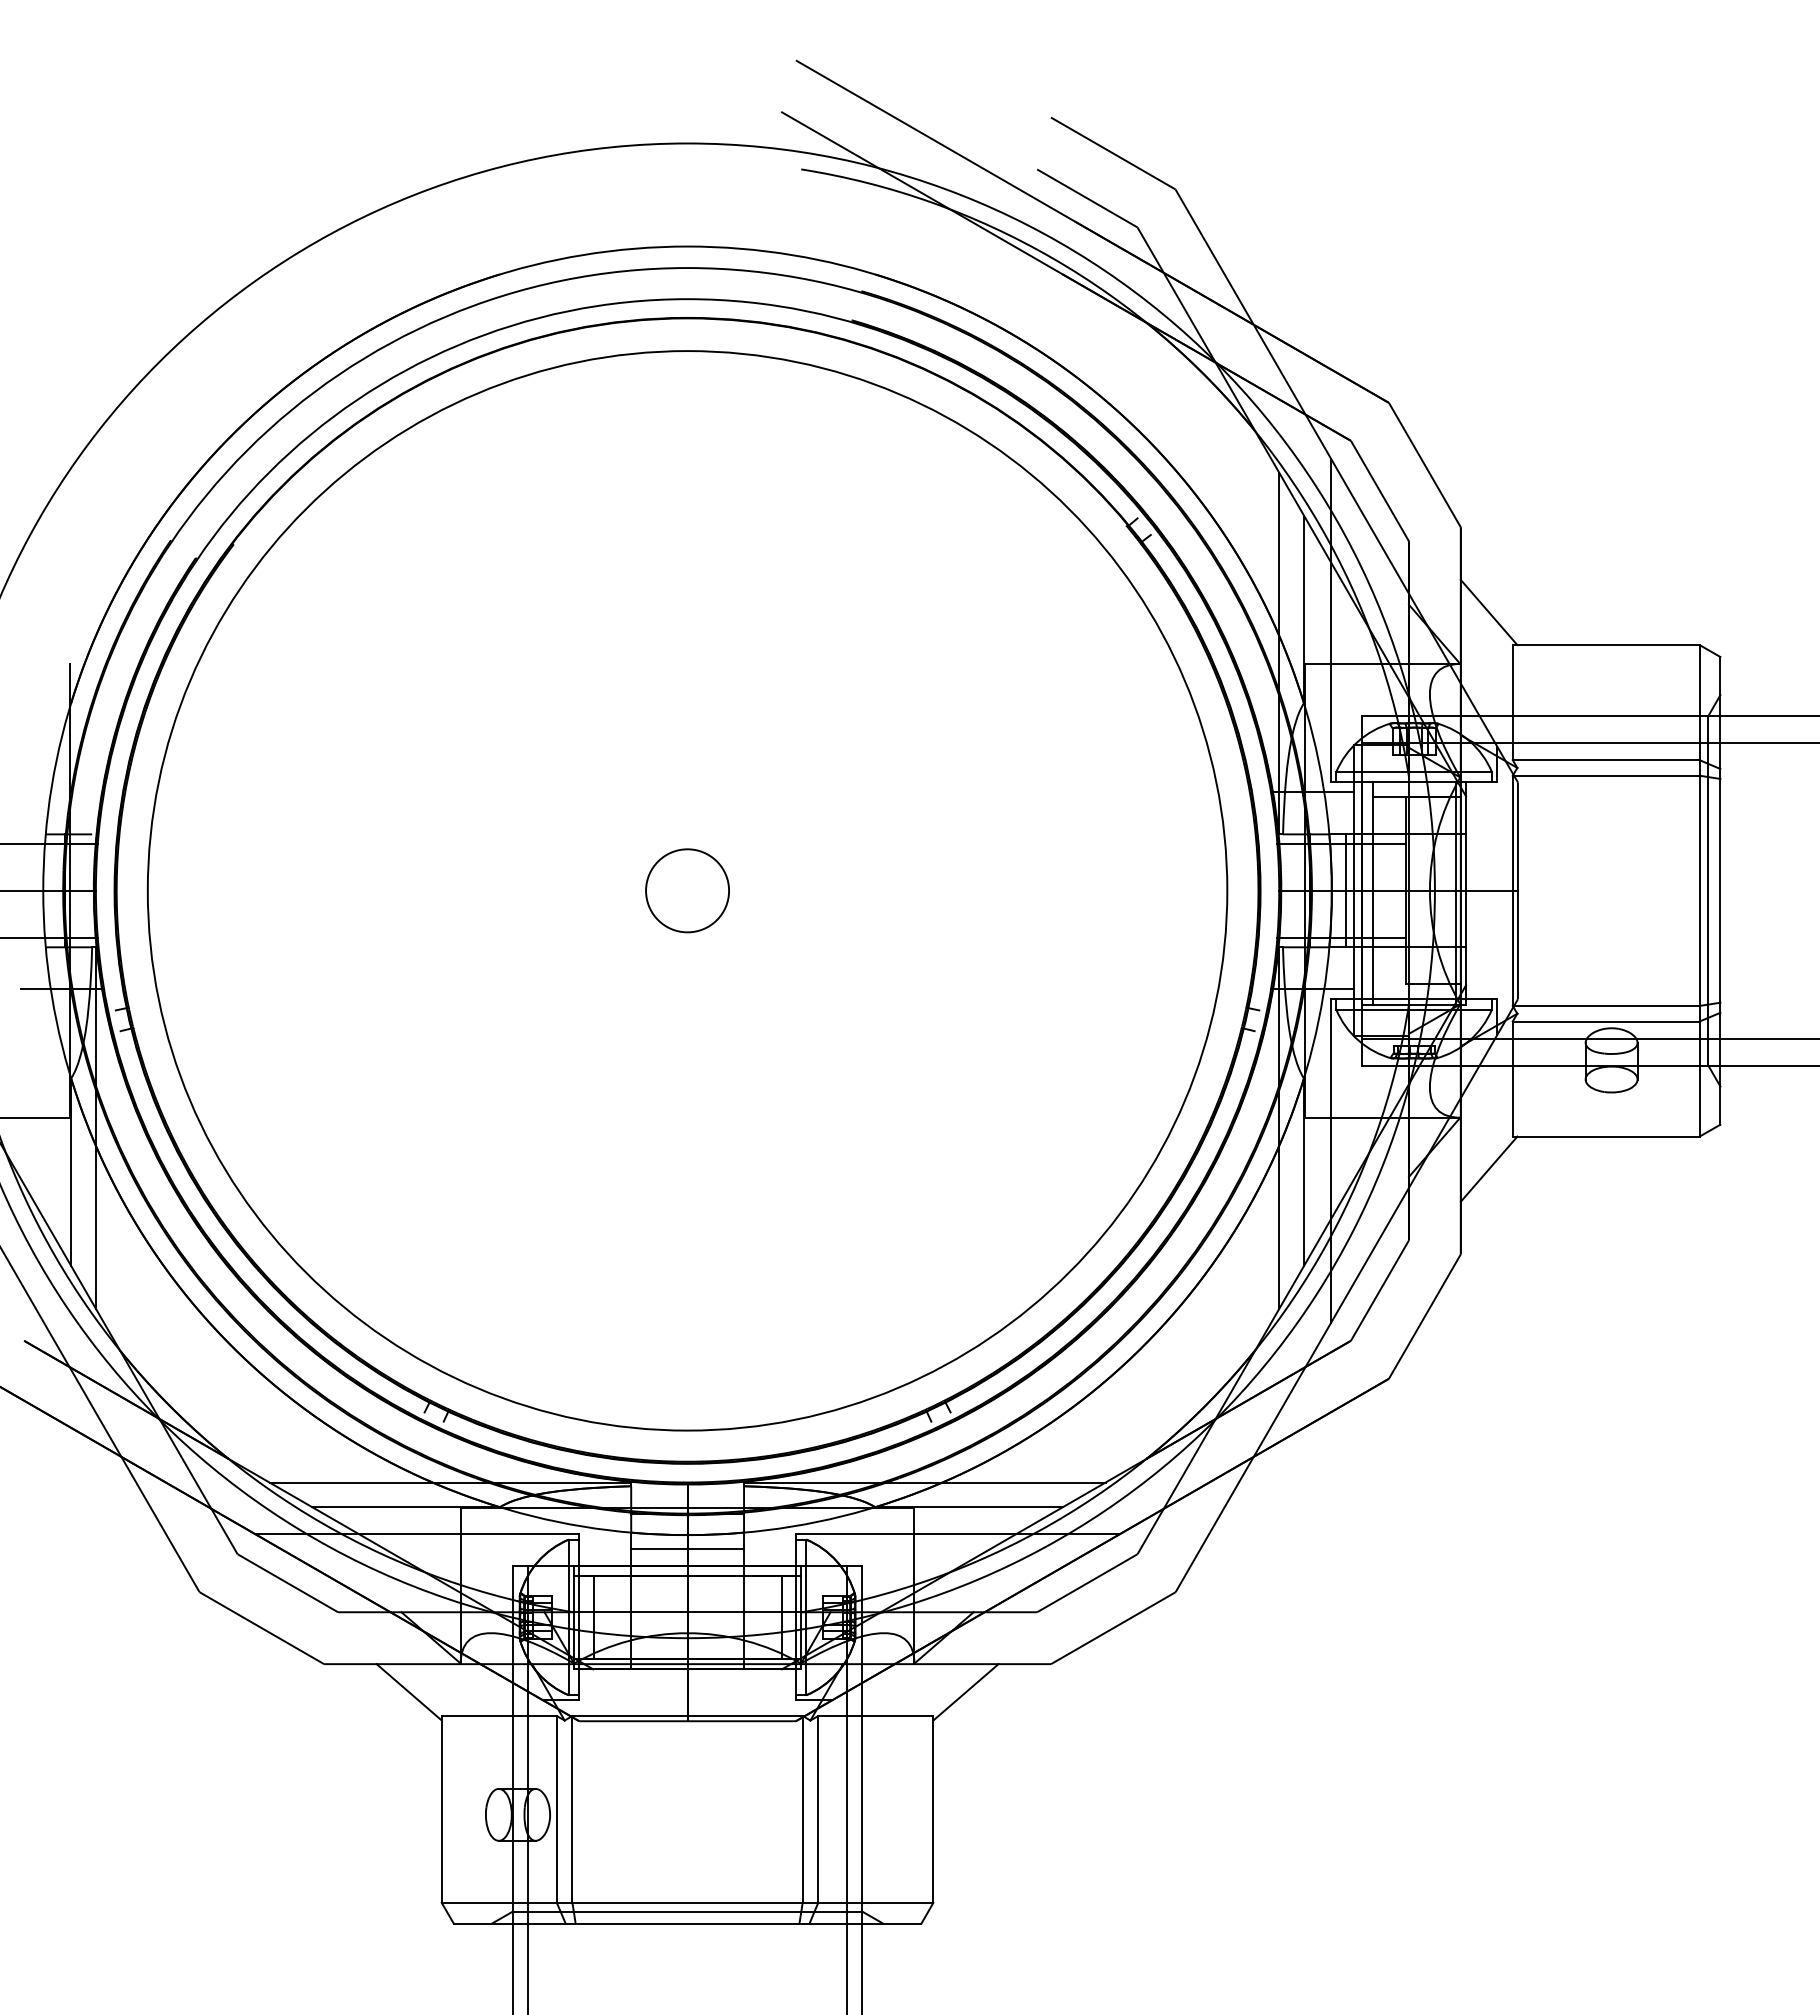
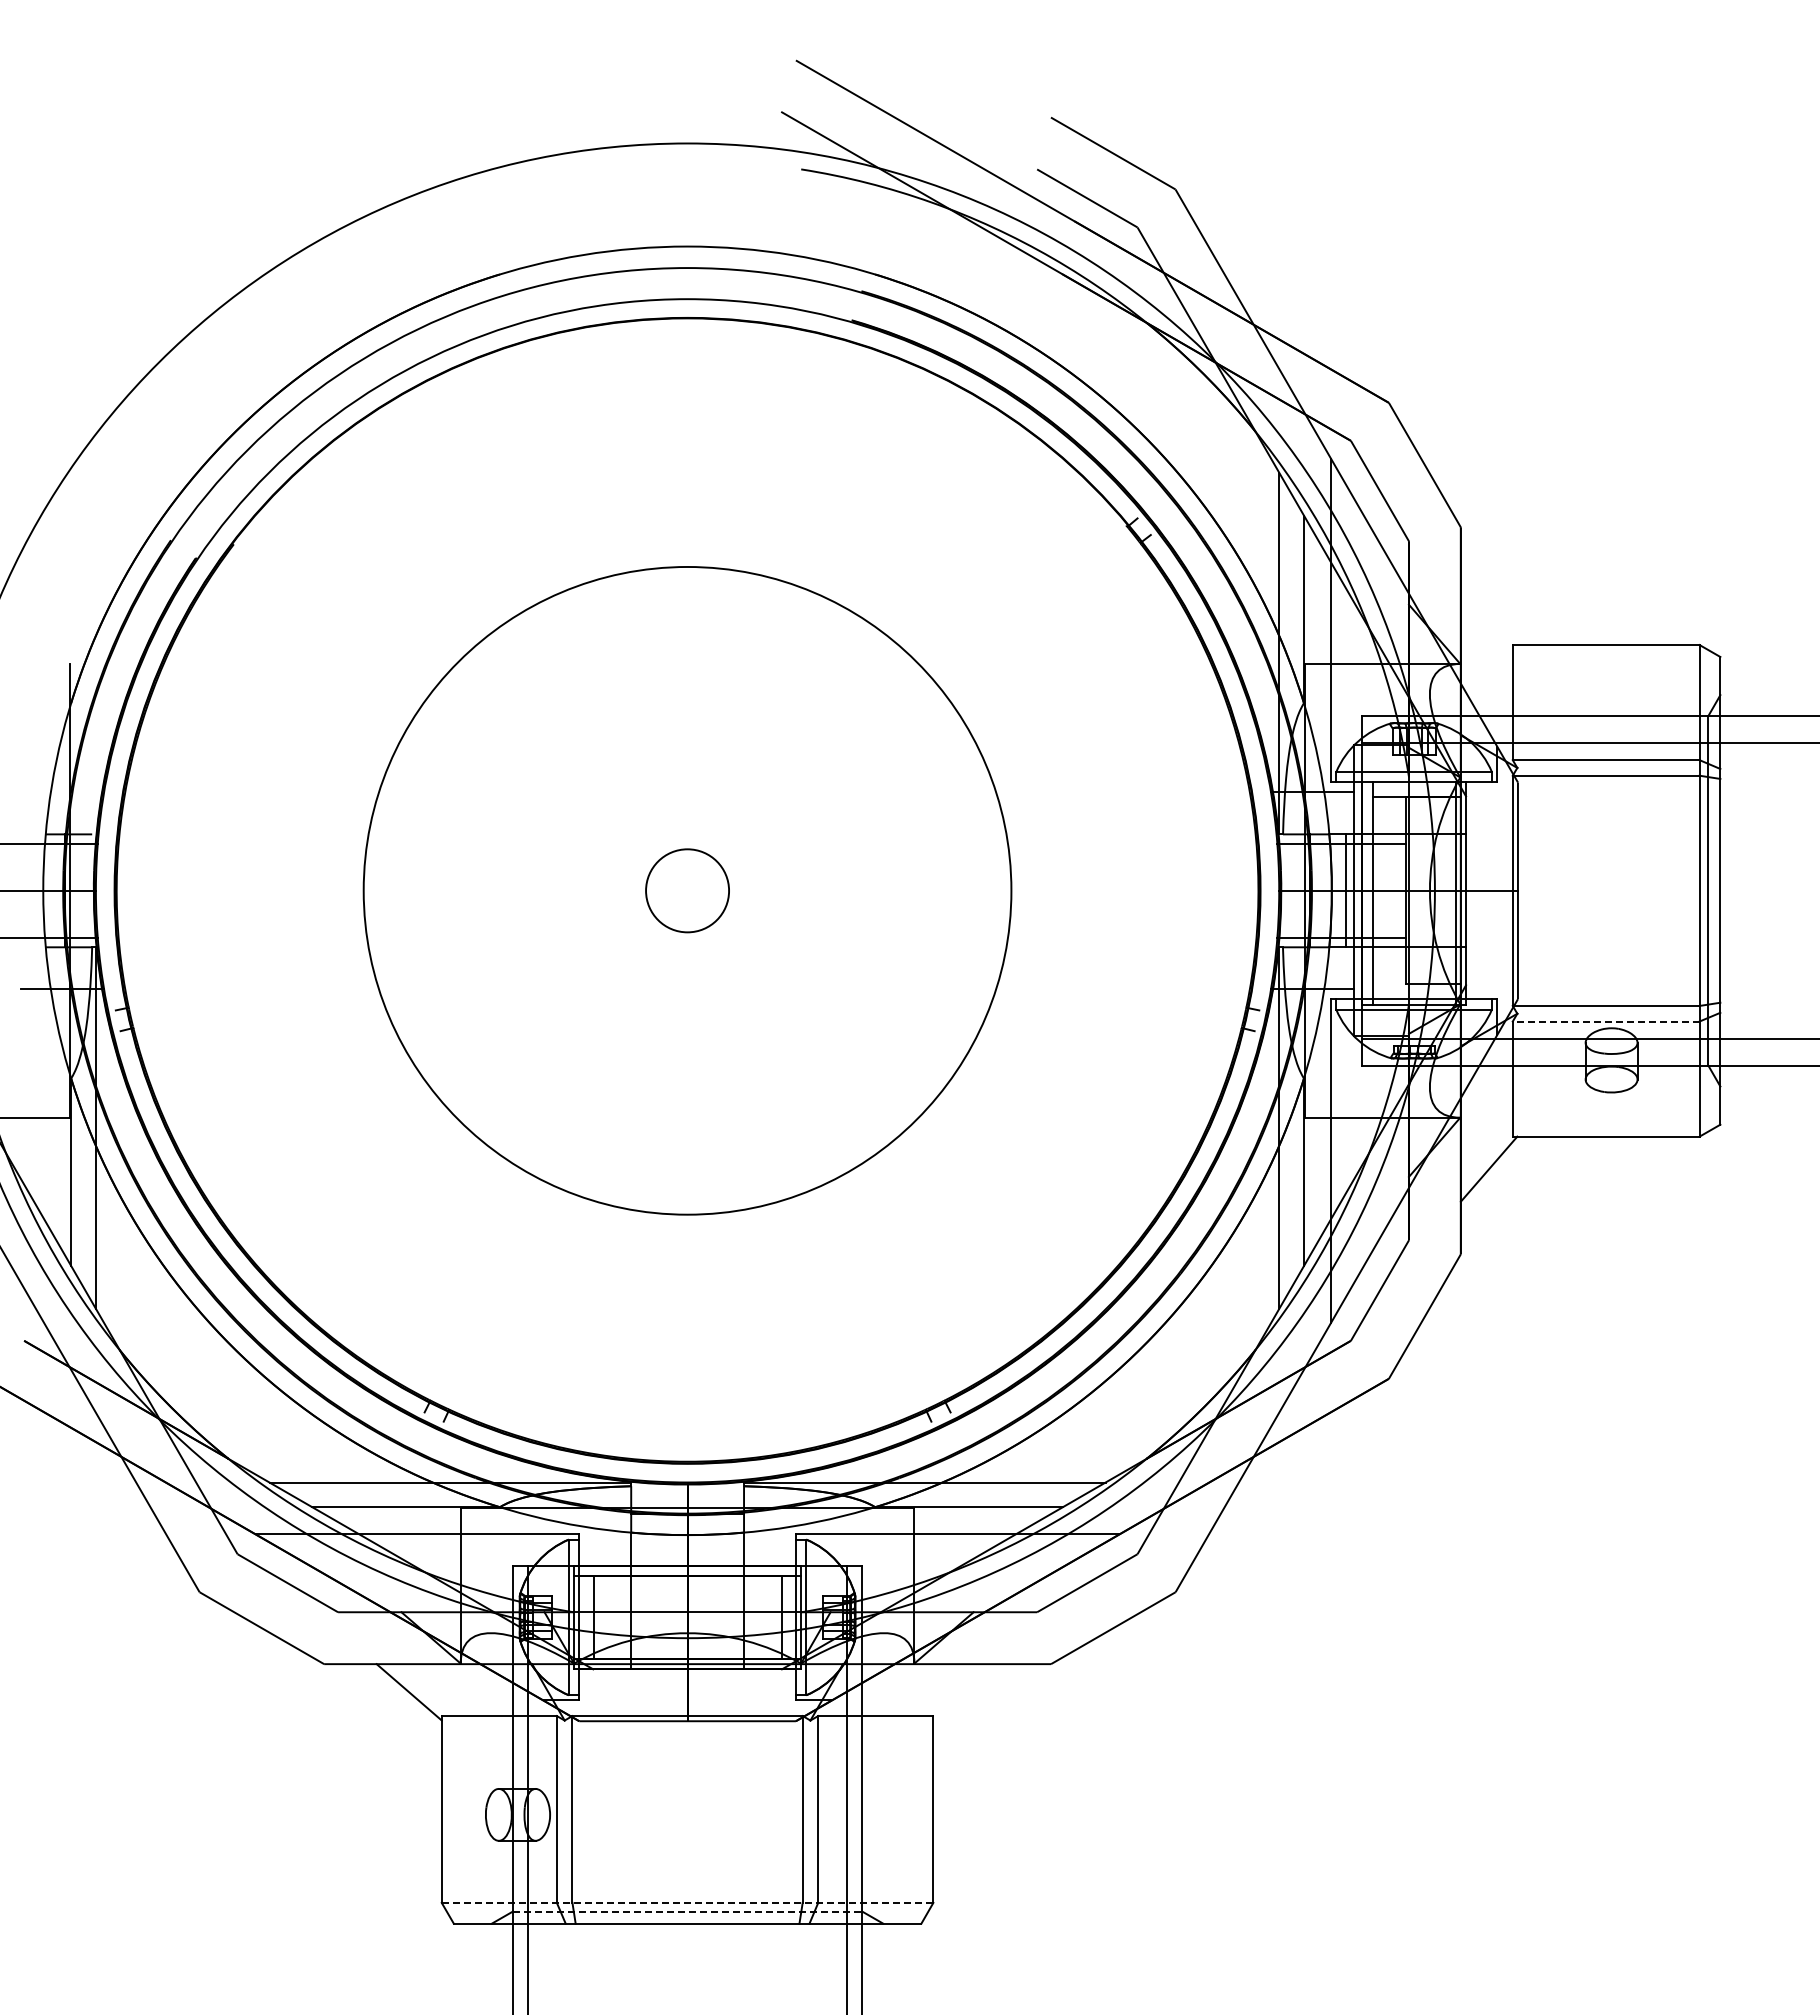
line at (1488, 612): present -> none
circle at (687, 890) diameter: 1080 px -> 648 px
line at (1605, 1021): solid -> dashed
line at (687, 1548): present -> none
line at (965, 1692): present -> none
line at (687, 1902): solid -> dashed
line at (687, 1911): solid -> dashed
